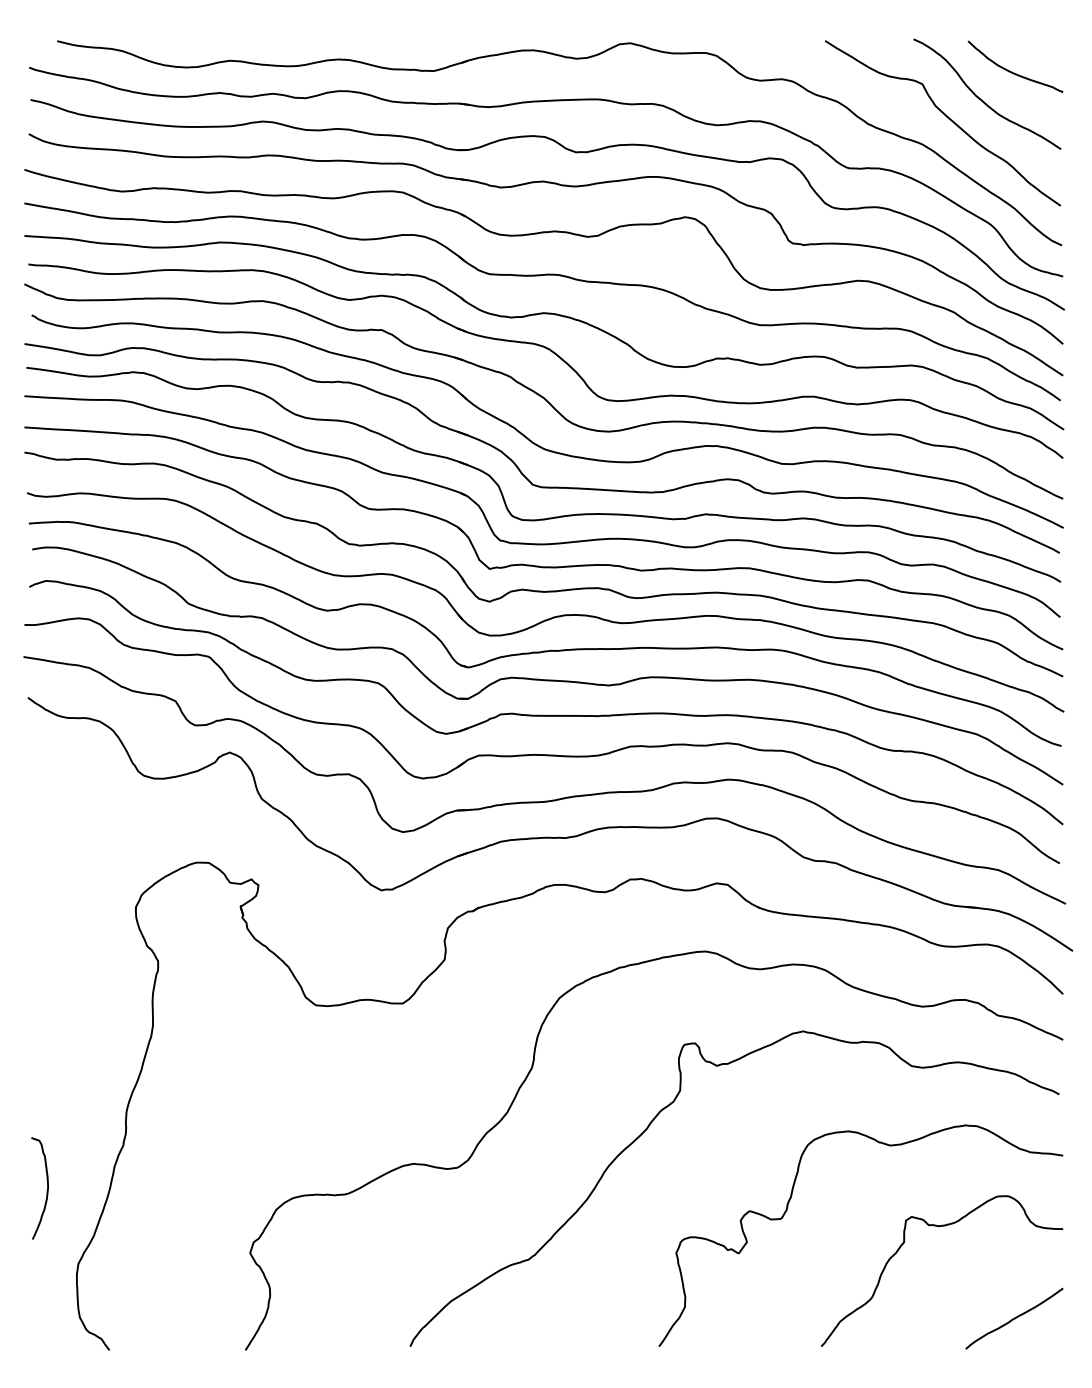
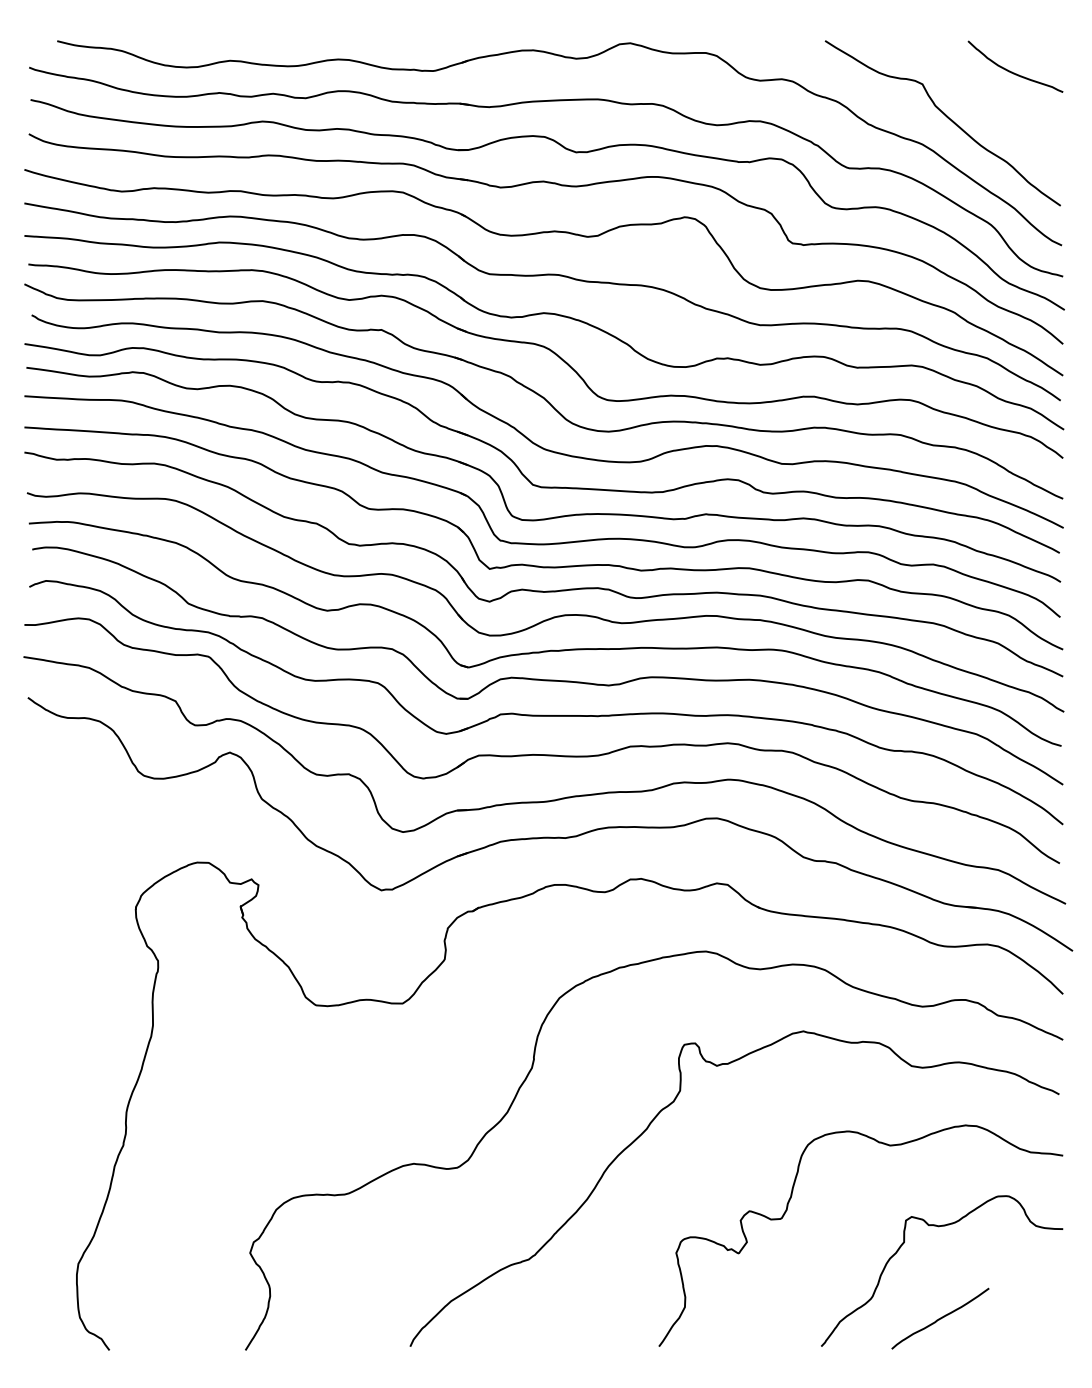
curve at (982, 99): present -> none
curve at (46, 1190): present -> none
curve at (1014, 1318) position: (1014, 1318) -> (940, 1318)
